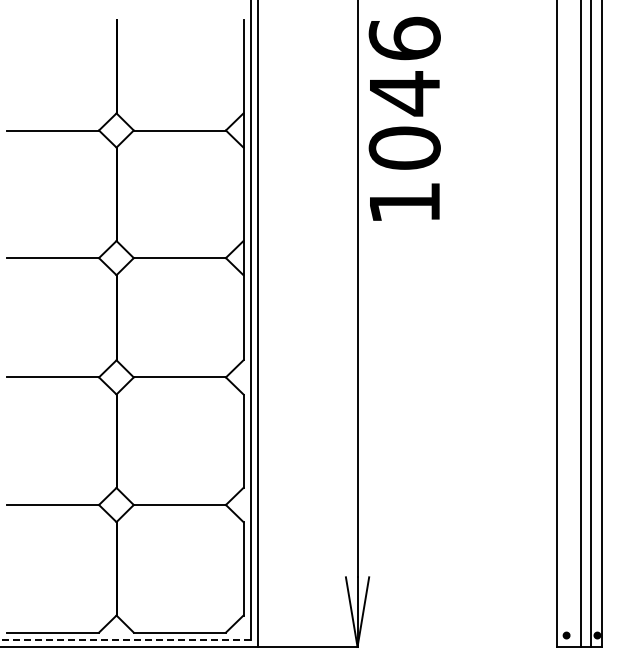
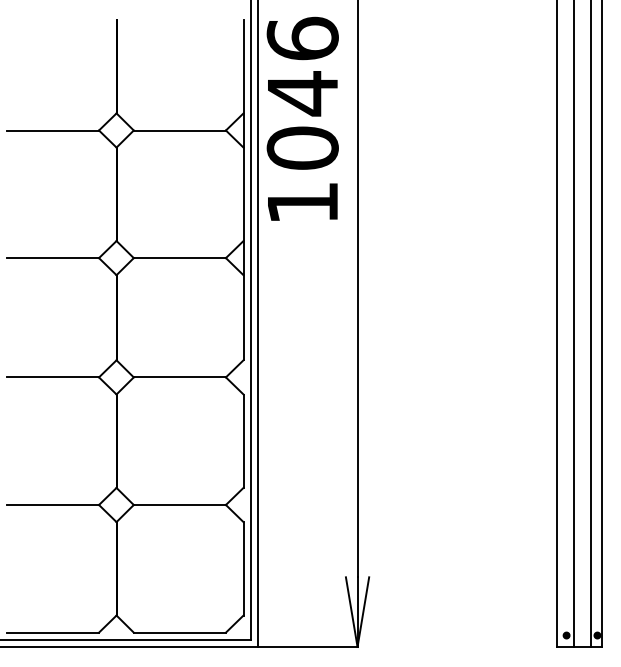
text at (404, 118) position: (404, 118) -> (302, 118)
line at (580, 324) position: (580, 324) -> (573, 324)
line at (125, 639): dashed -> solid
